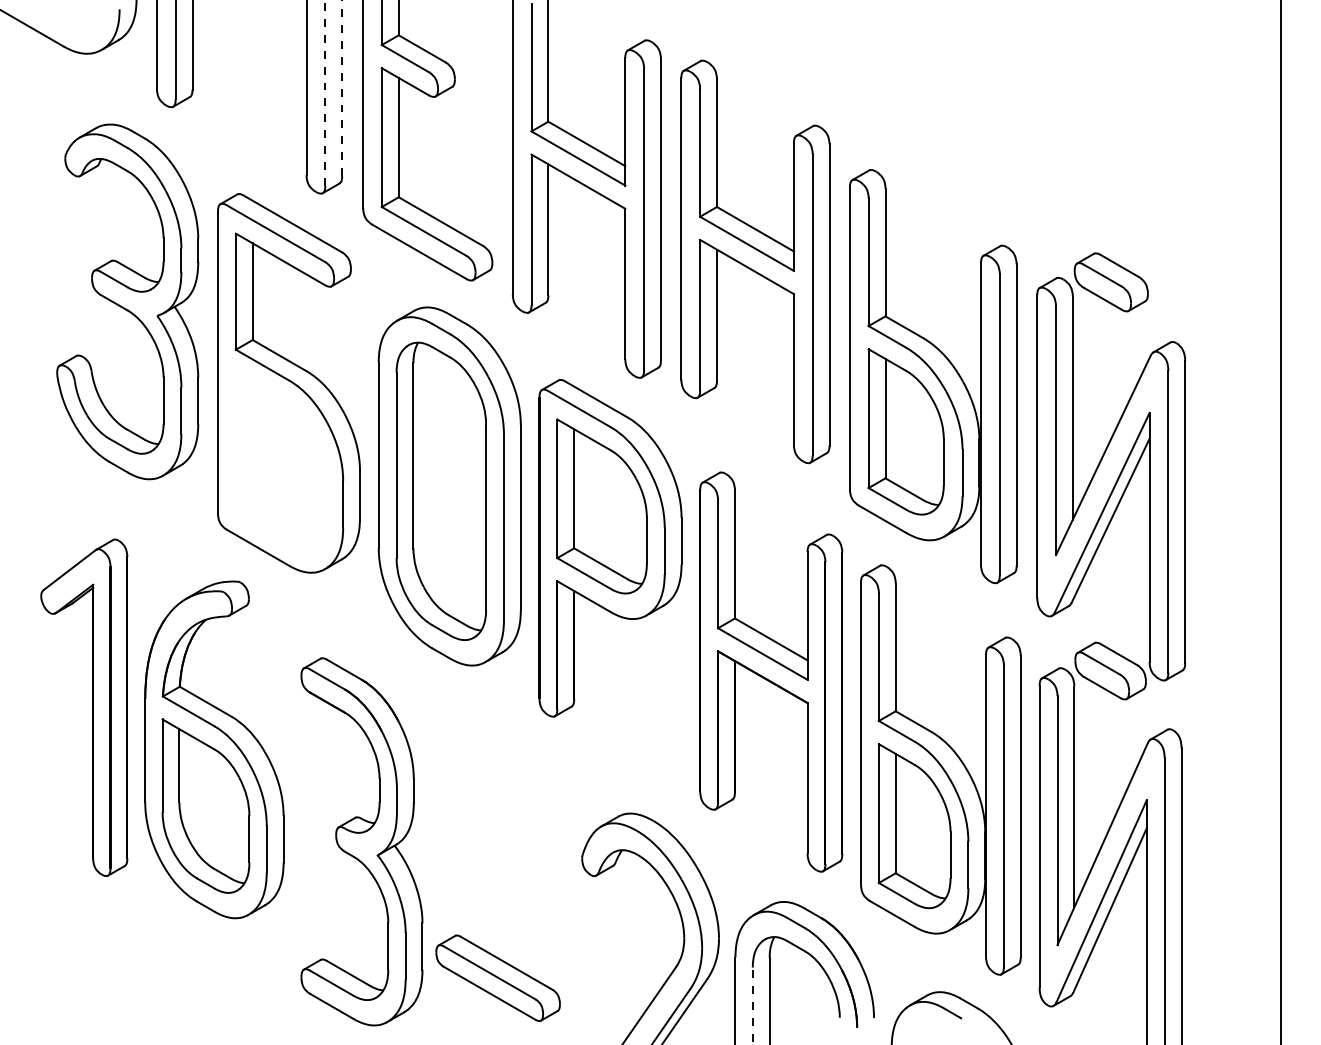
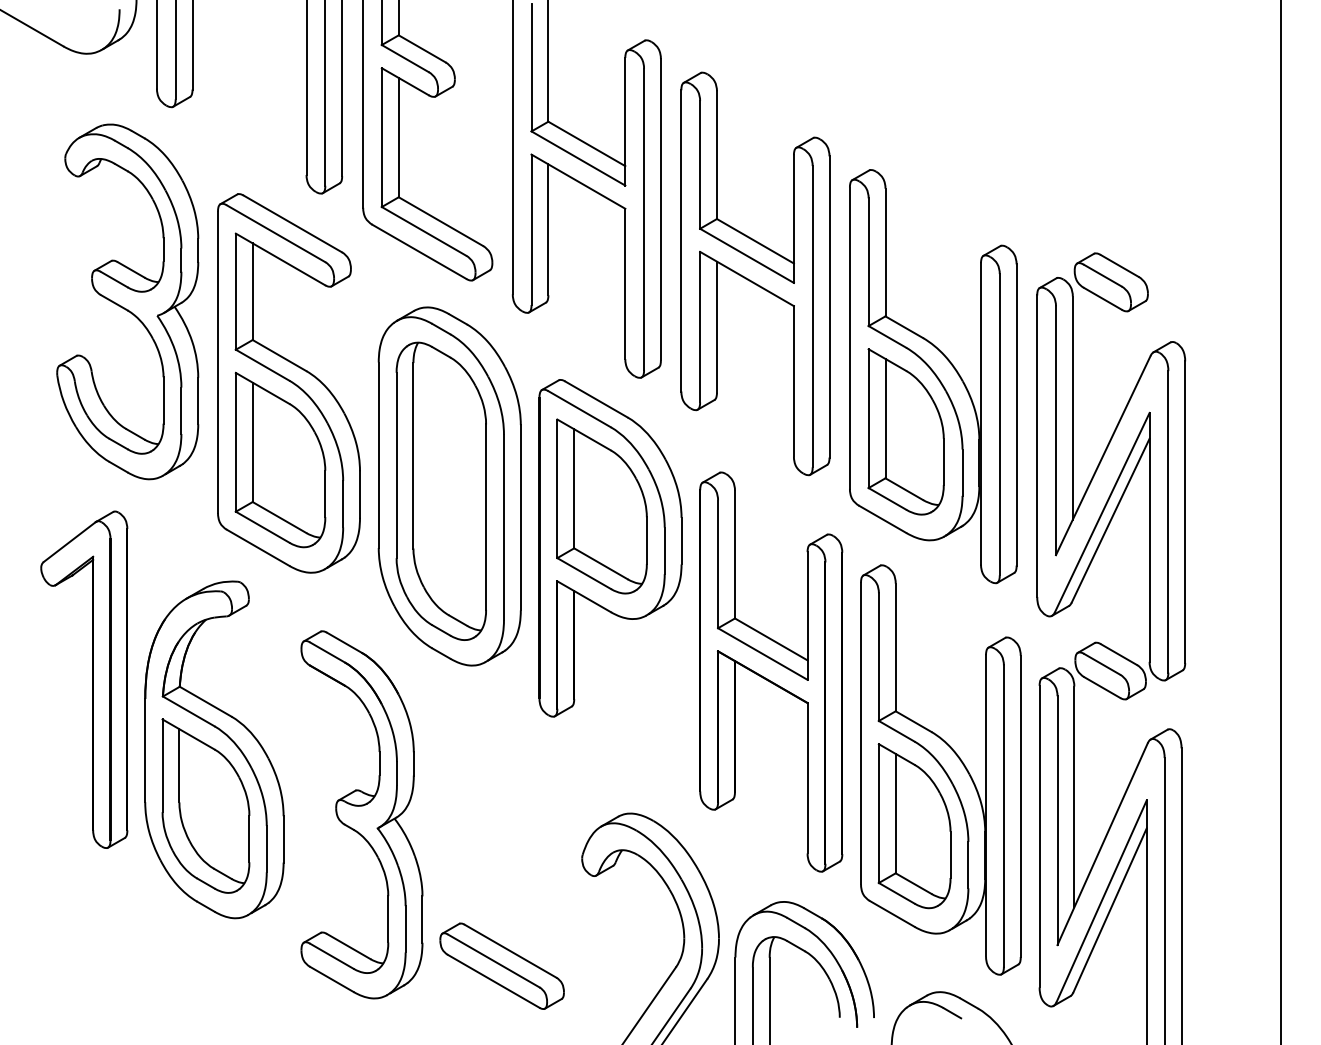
line at (342, 88): dashed -> solid
line at (325, 92): dashed -> solid
part at (755, 261) position: (755, 261) -> (755, 273)
part at (280, 459): none -> present
part at (92, 707) position: (92, 707) -> (92, 679)
part at (361, 841) position: (361, 841) -> (361, 814)
part at (497, 977) position: (497, 977) -> (501, 965)
line at (752, 1005): dashed -> solid
